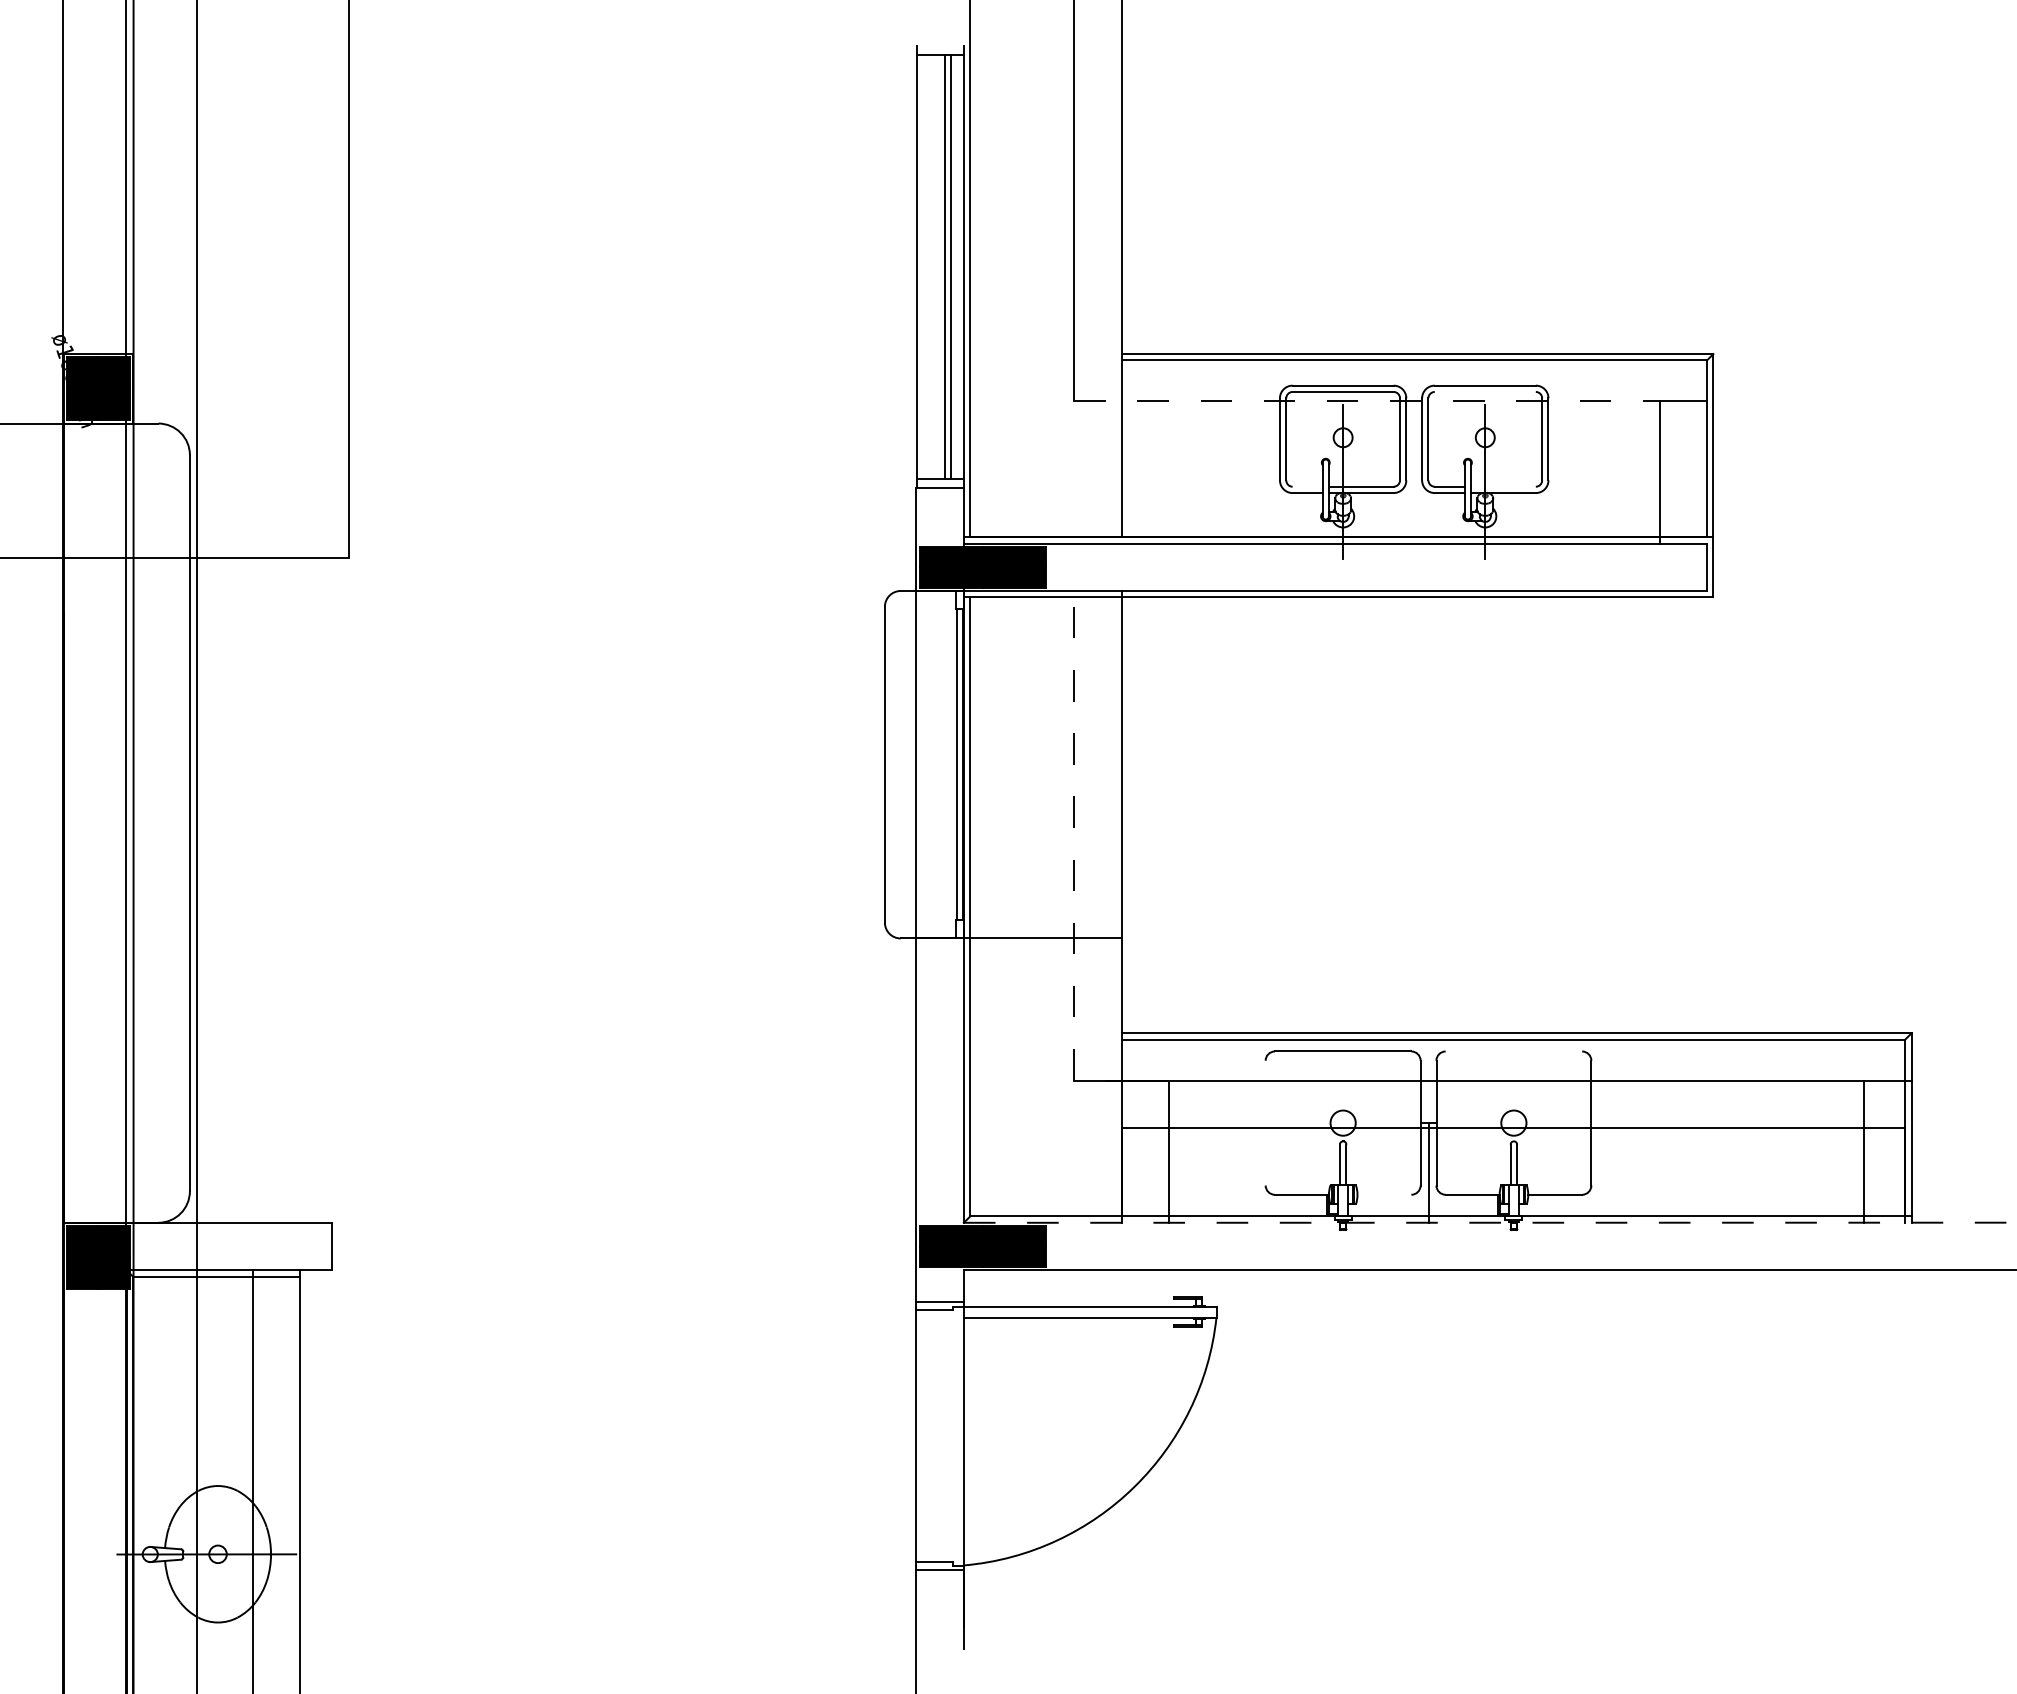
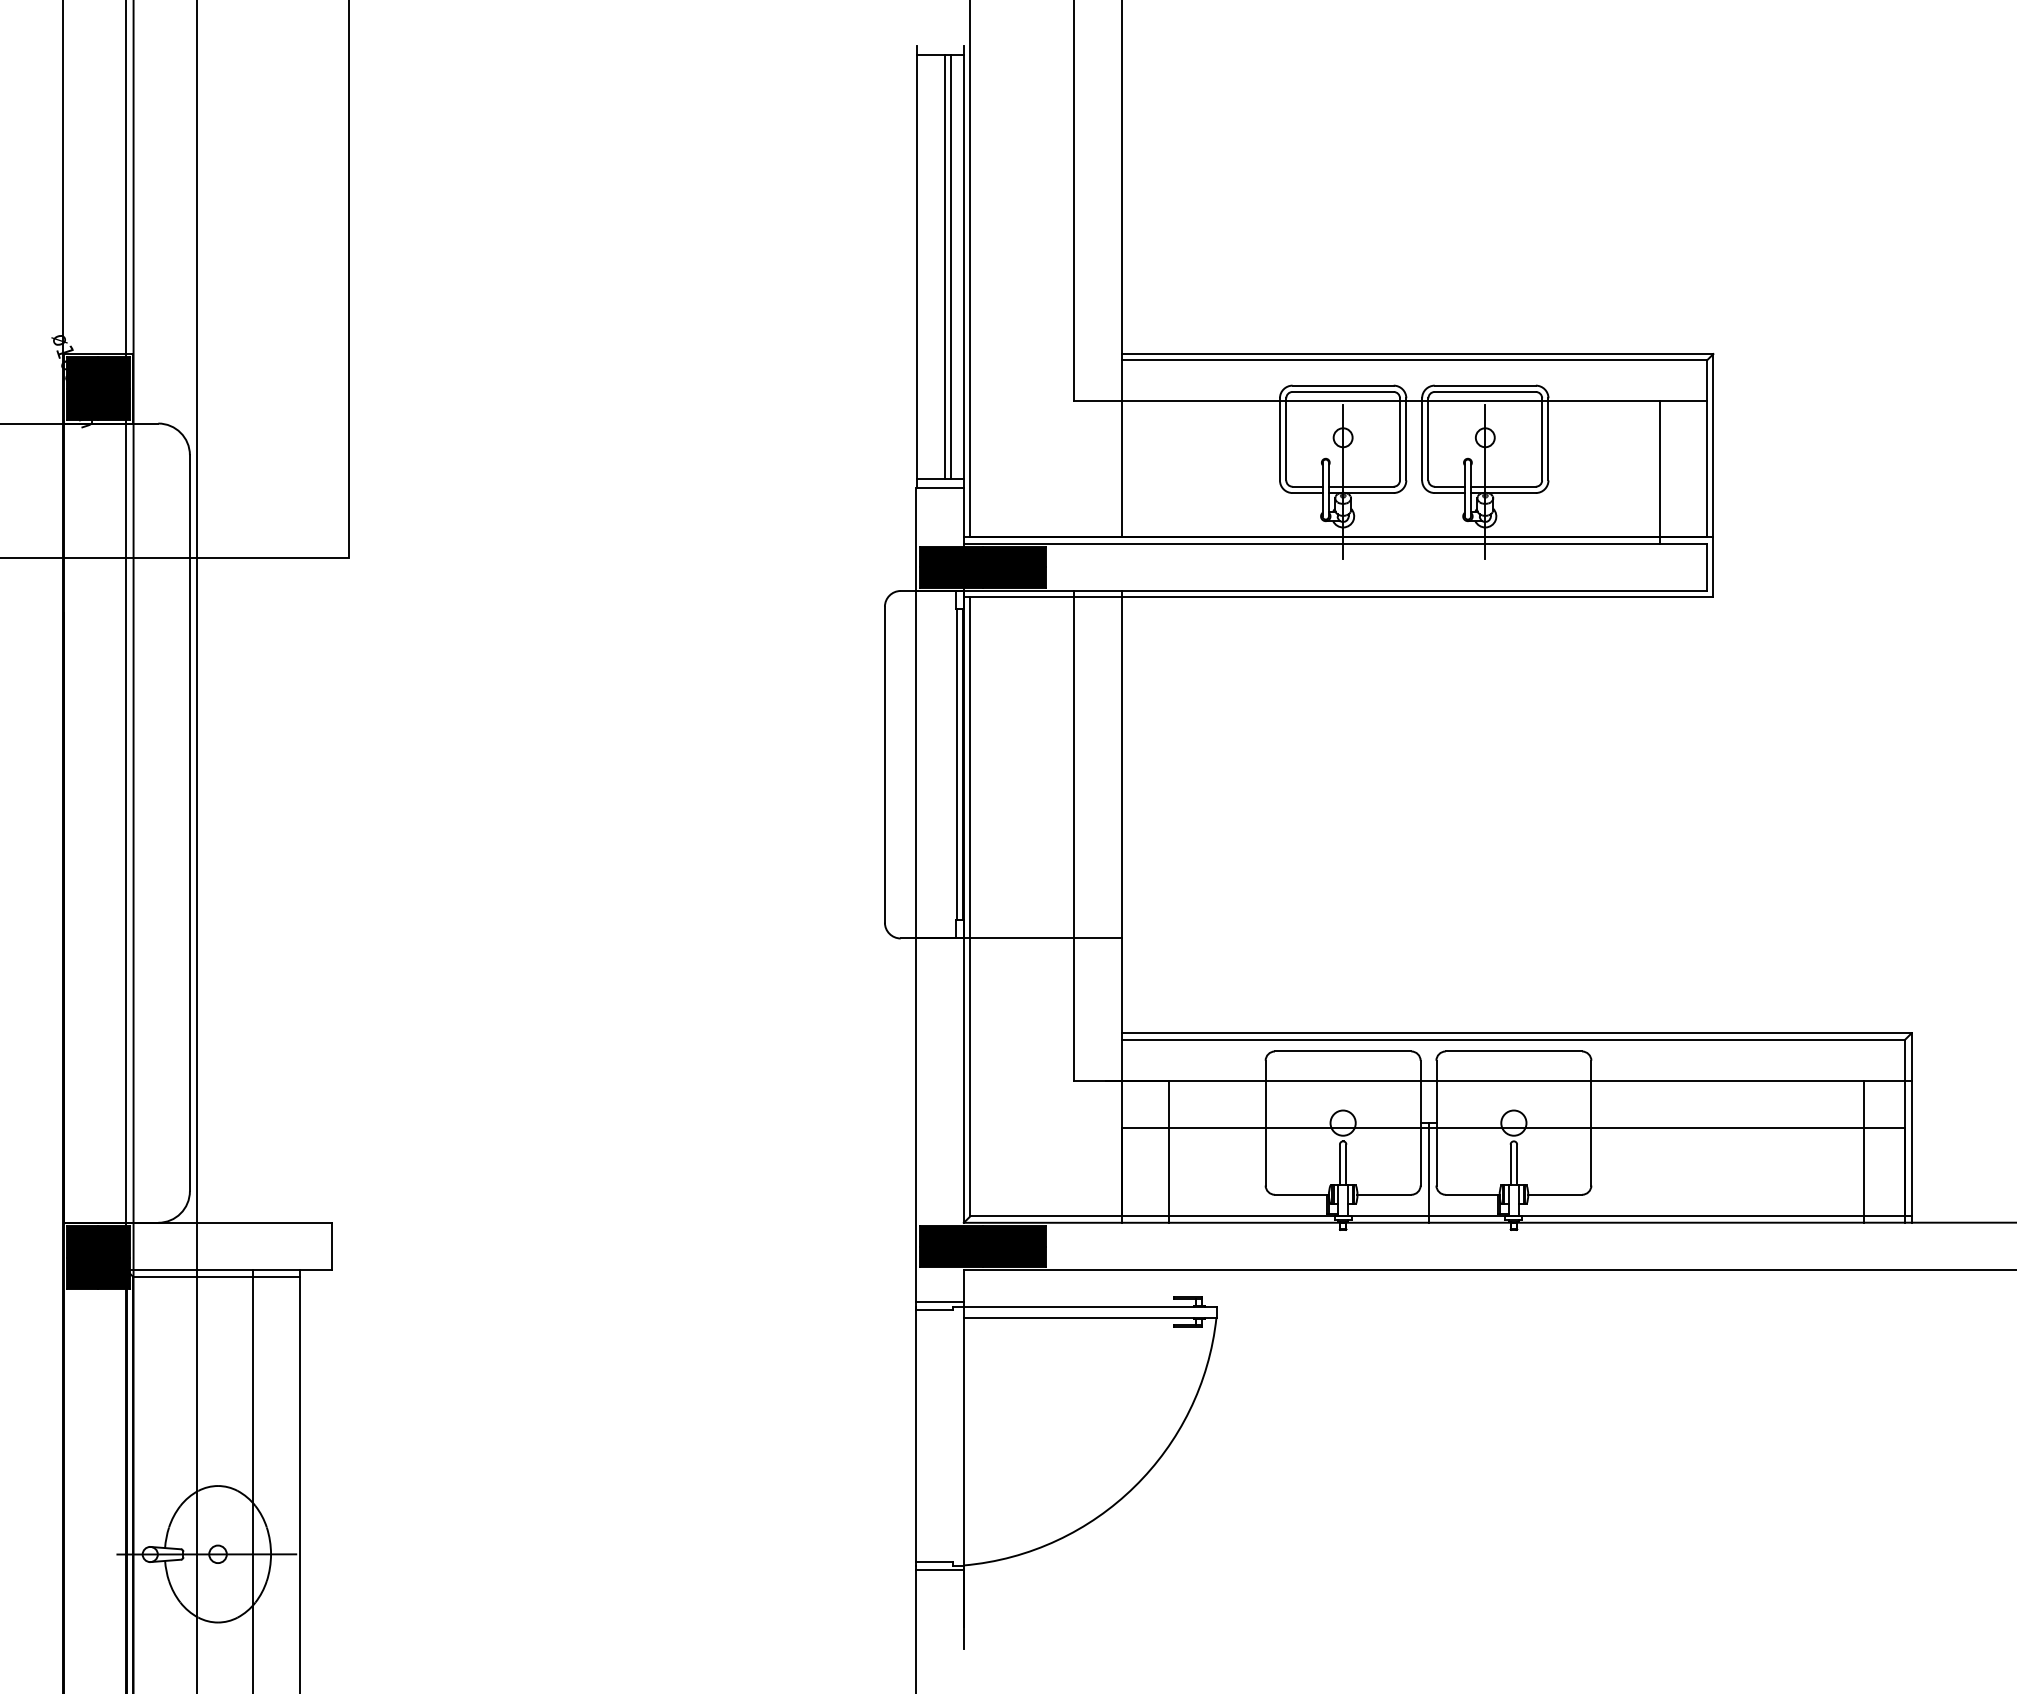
line at (1484, 391): none -> present
line at (1366, 401): dashed -> solid
line at (1307, 486): none -> present
line at (1503, 486): none -> present
line at (1074, 835): dashed -> solid
line at (1513, 1051): none -> present
line at (1265, 1122): none -> present
line at (1384, 1194): none -> present
line at (1490, 1222): dashed -> solid
